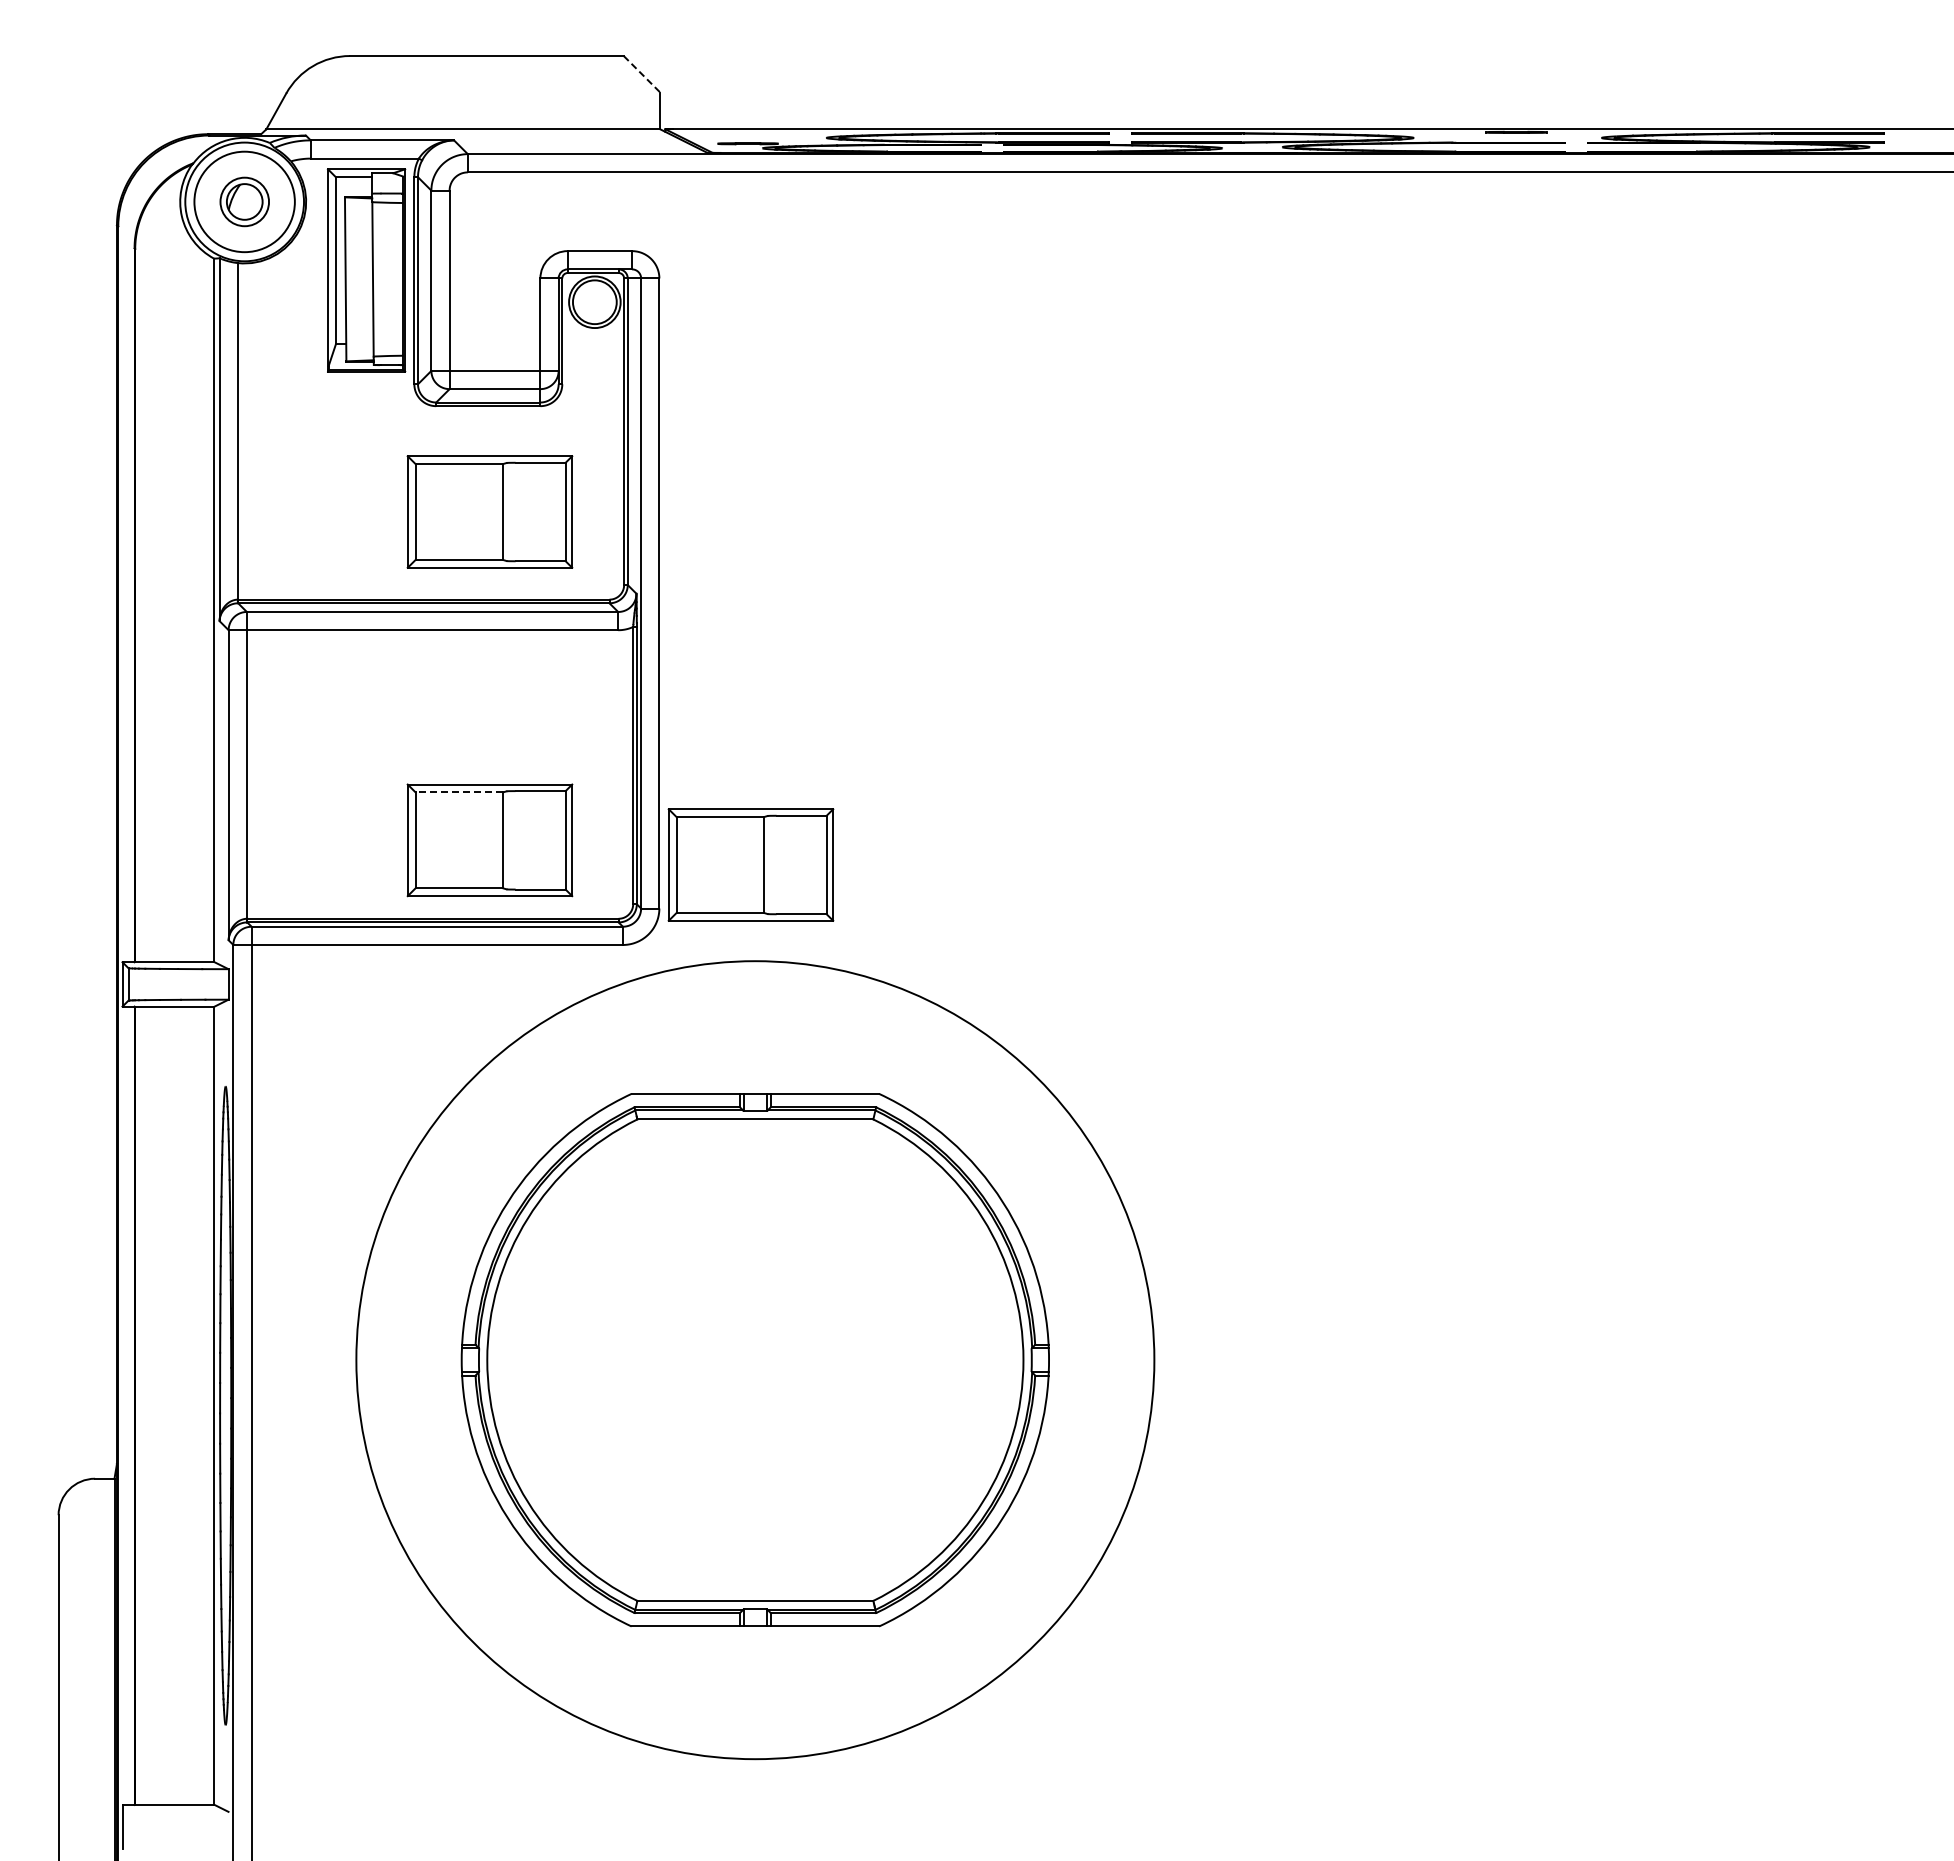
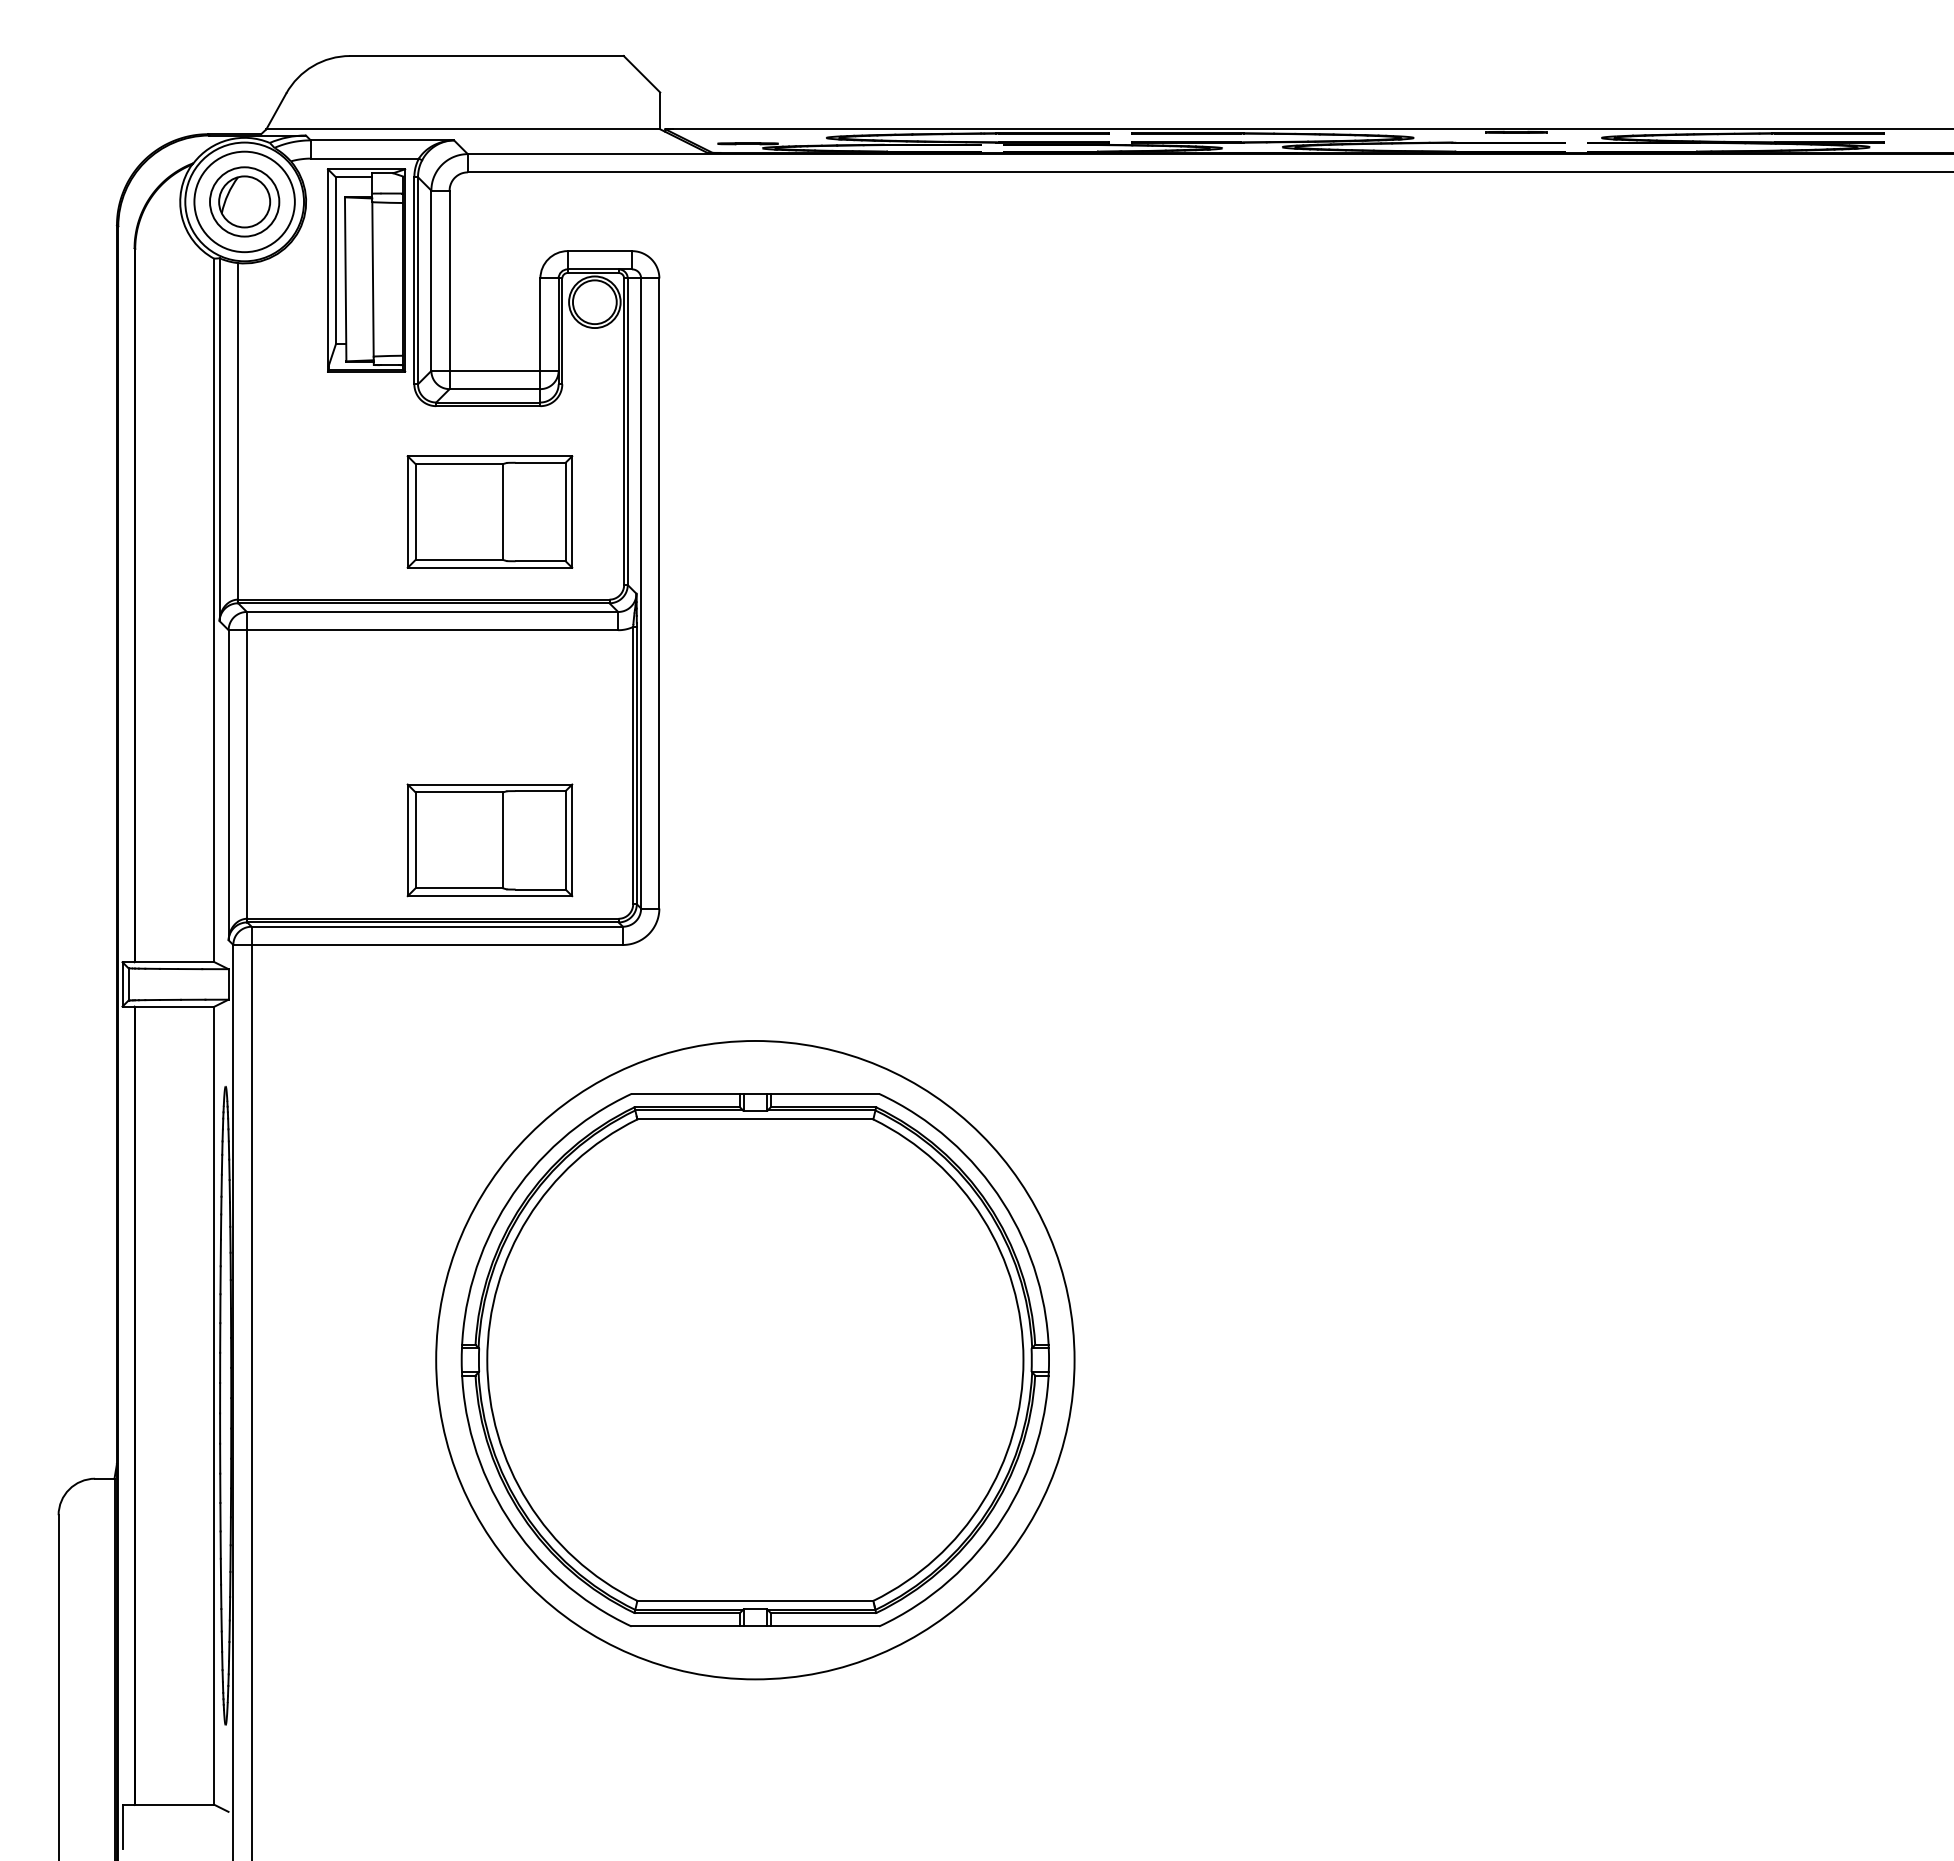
line at (642, 74): dashed -> solid
part at (244, 201) size: 51x52 px -> 72x72 px
line at (459, 792): dashed -> solid
part at (750, 864): present -> none
circle at (755, 1360) diameter: 798 px -> 638 px
